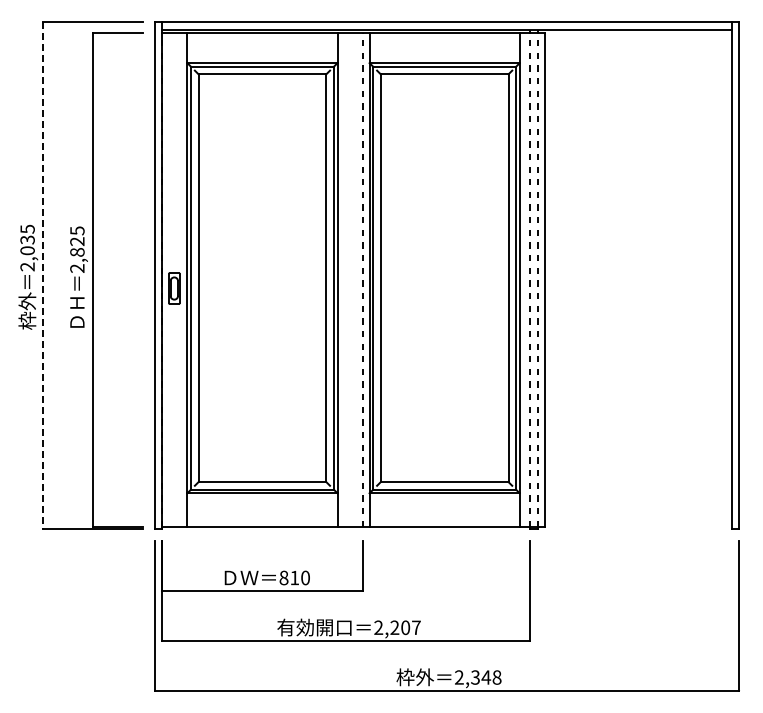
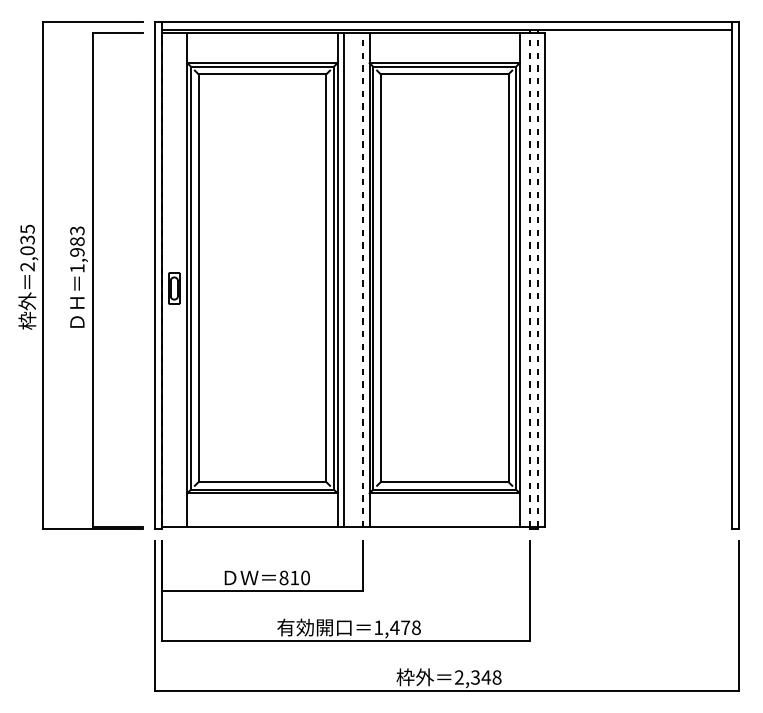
text at (77, 249): 2,825 -> 1,983
line at (42, 276): dashed -> solid
line at (343, 279): none -> present
text at (397, 627): 2,207 -> 1,478
